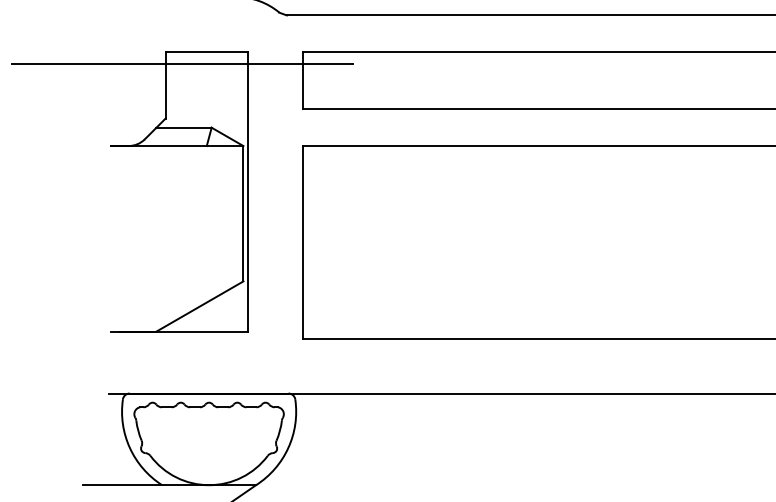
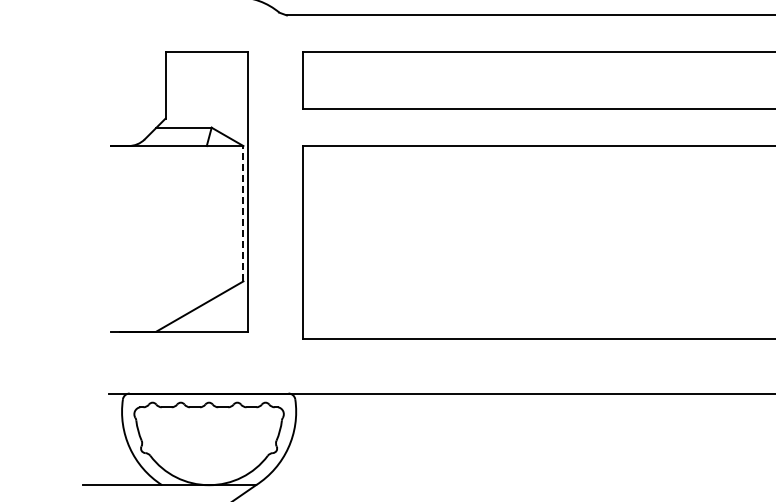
line at (178, 63): present -> none
line at (243, 213): solid -> dashed
